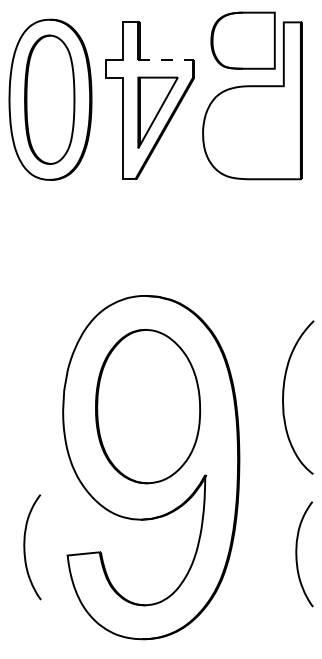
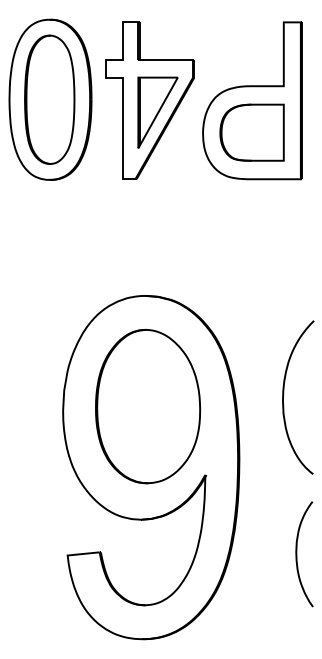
part at (242, 40) position: (242, 40) -> (251, 132)
line at (165, 60): dashed -> solid
curve at (25, 547): present -> none
